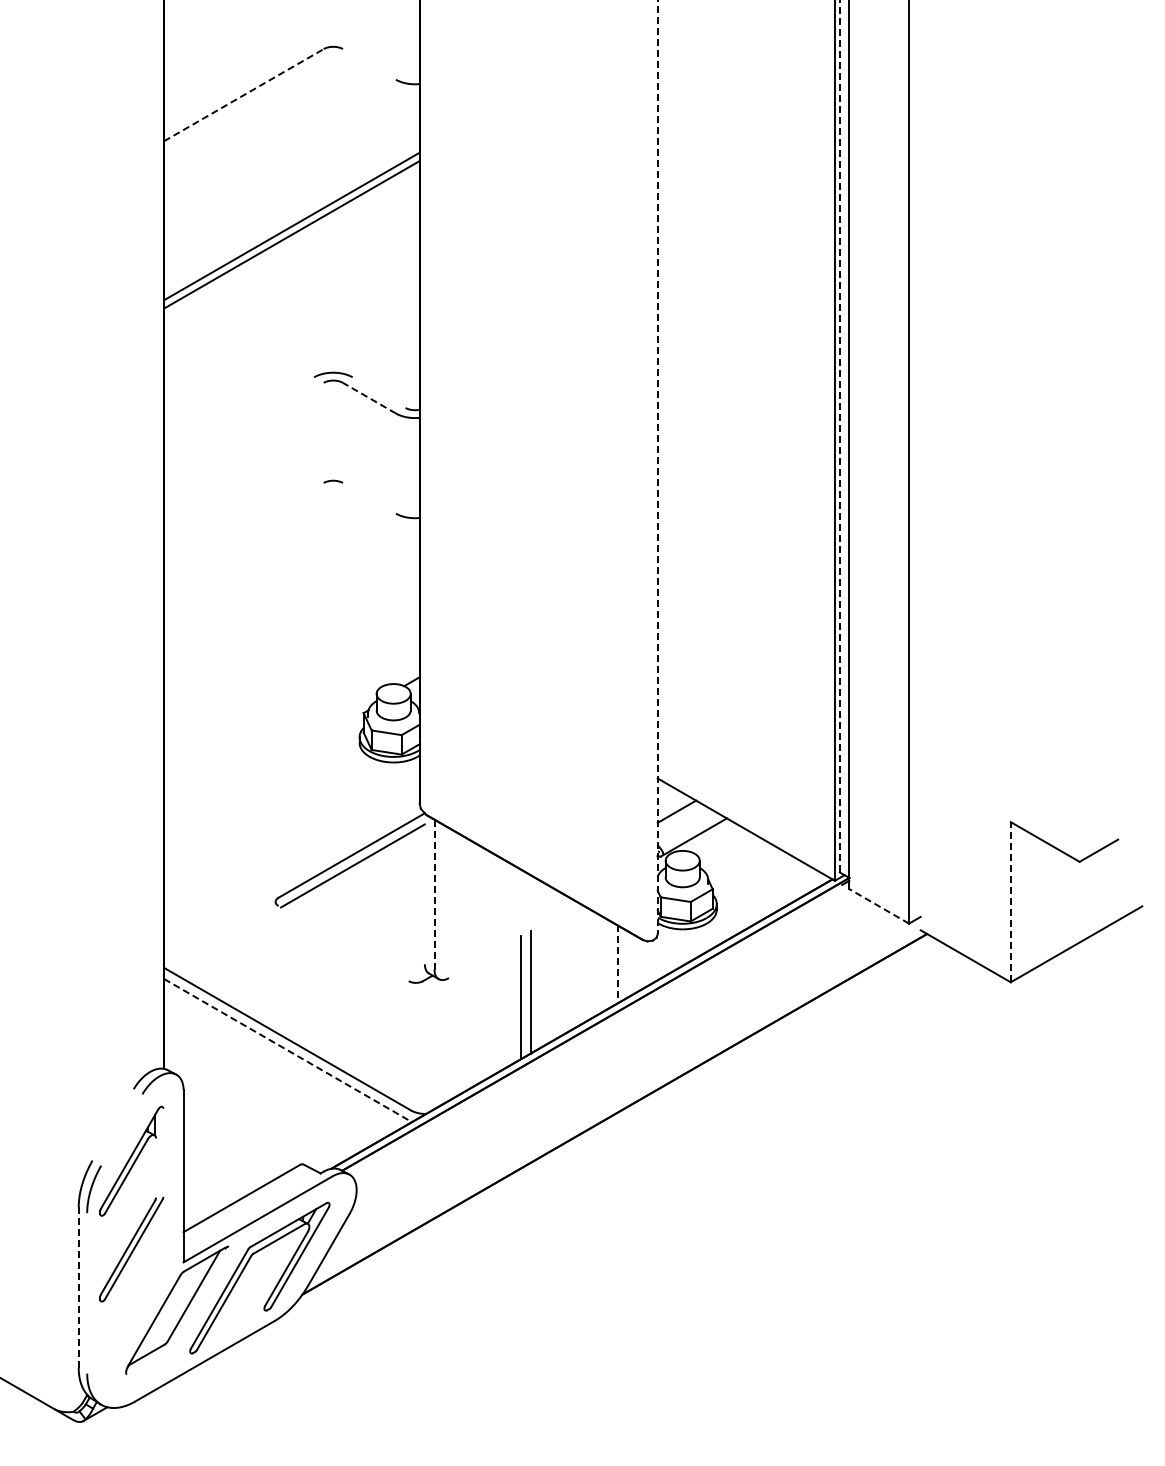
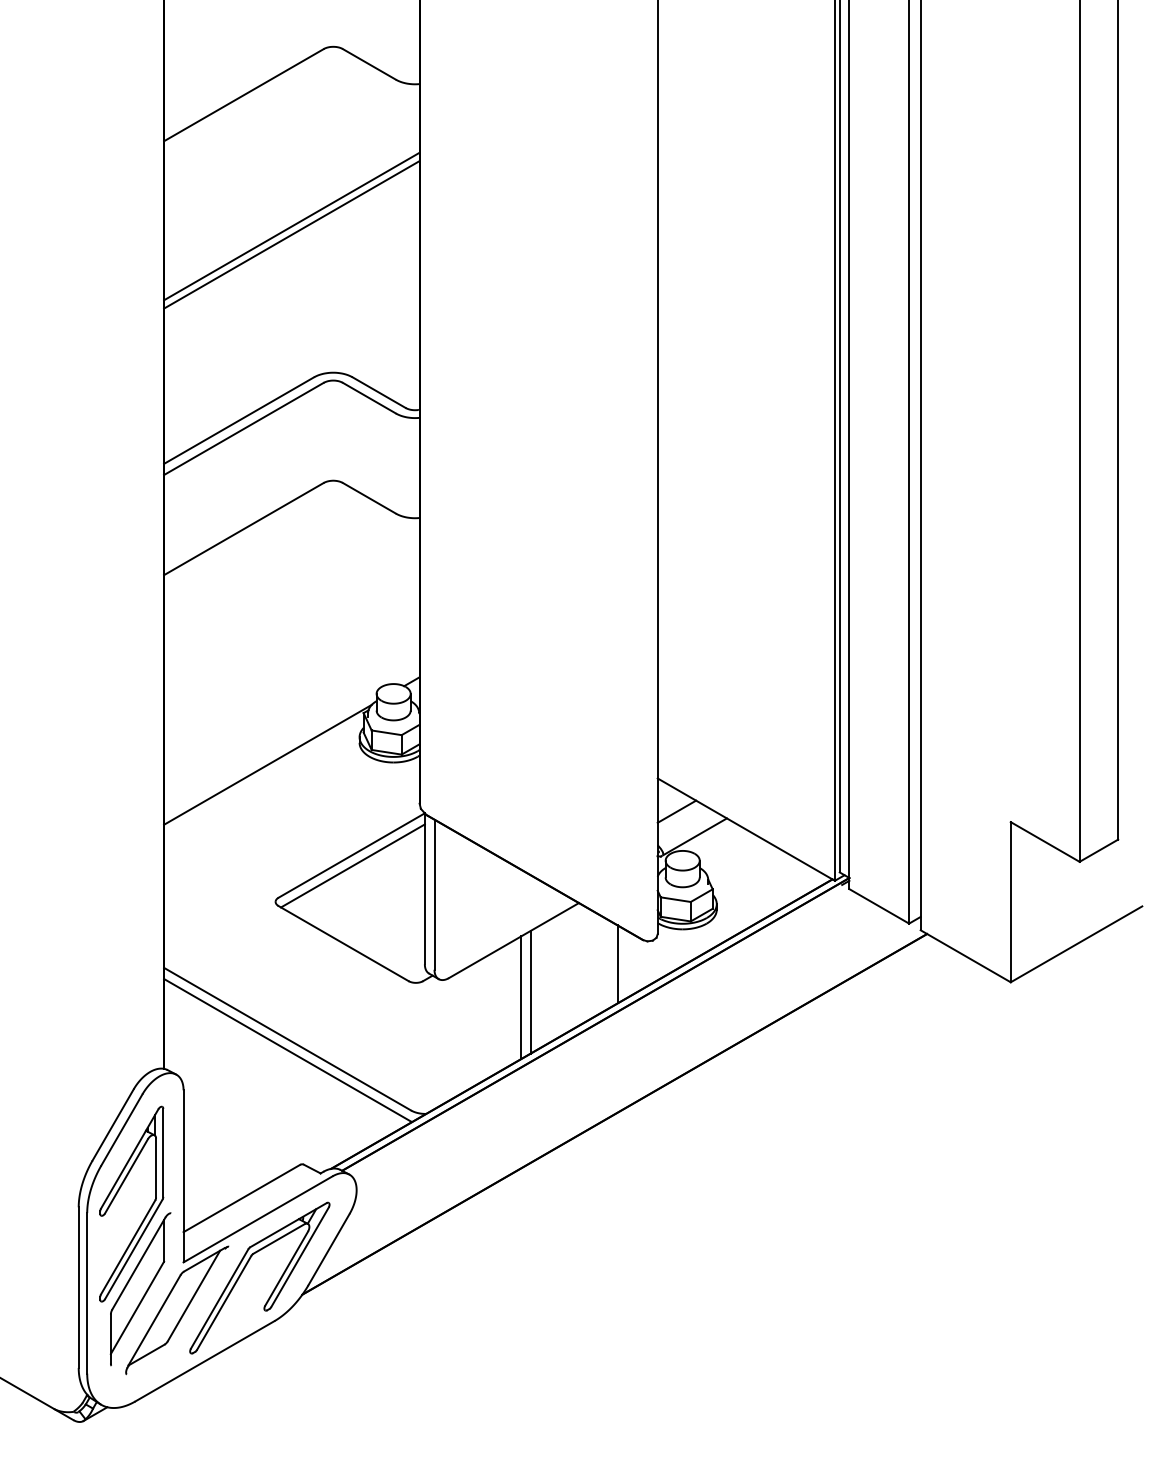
line at (368, 64): none -> present
line at (244, 94): dashed -> solid
line at (378, 392): none -> present
line at (369, 398): dashed -> solid
line at (239, 420): none -> present
line at (1118, 420): none -> present
line at (243, 428): none -> present
line at (1079, 431): none -> present
line at (839, 436): dashed -> solid
line at (920, 466): none -> present
line at (657, 467): dashed -> solid
line at (368, 498): none -> present
line at (243, 529): none -> present
line at (267, 764): none -> present
line at (424, 888): none -> present
line at (434, 895): dashed -> solid
line at (1010, 901): dashed -> solid
line at (878, 906): dashed -> solid
line at (513, 940): none -> present
line at (343, 943): none -> present
line at (617, 964): dashed -> solid
line at (287, 1050): dashed -> solid
line at (112, 1124): none -> present
line at (121, 1129): none -> present
line at (163, 1152): none -> present
line at (156, 1167): none -> present
line at (78, 1287): dashed -> solid
part at (140, 1289): none -> present
line at (87, 1293): none -> present
